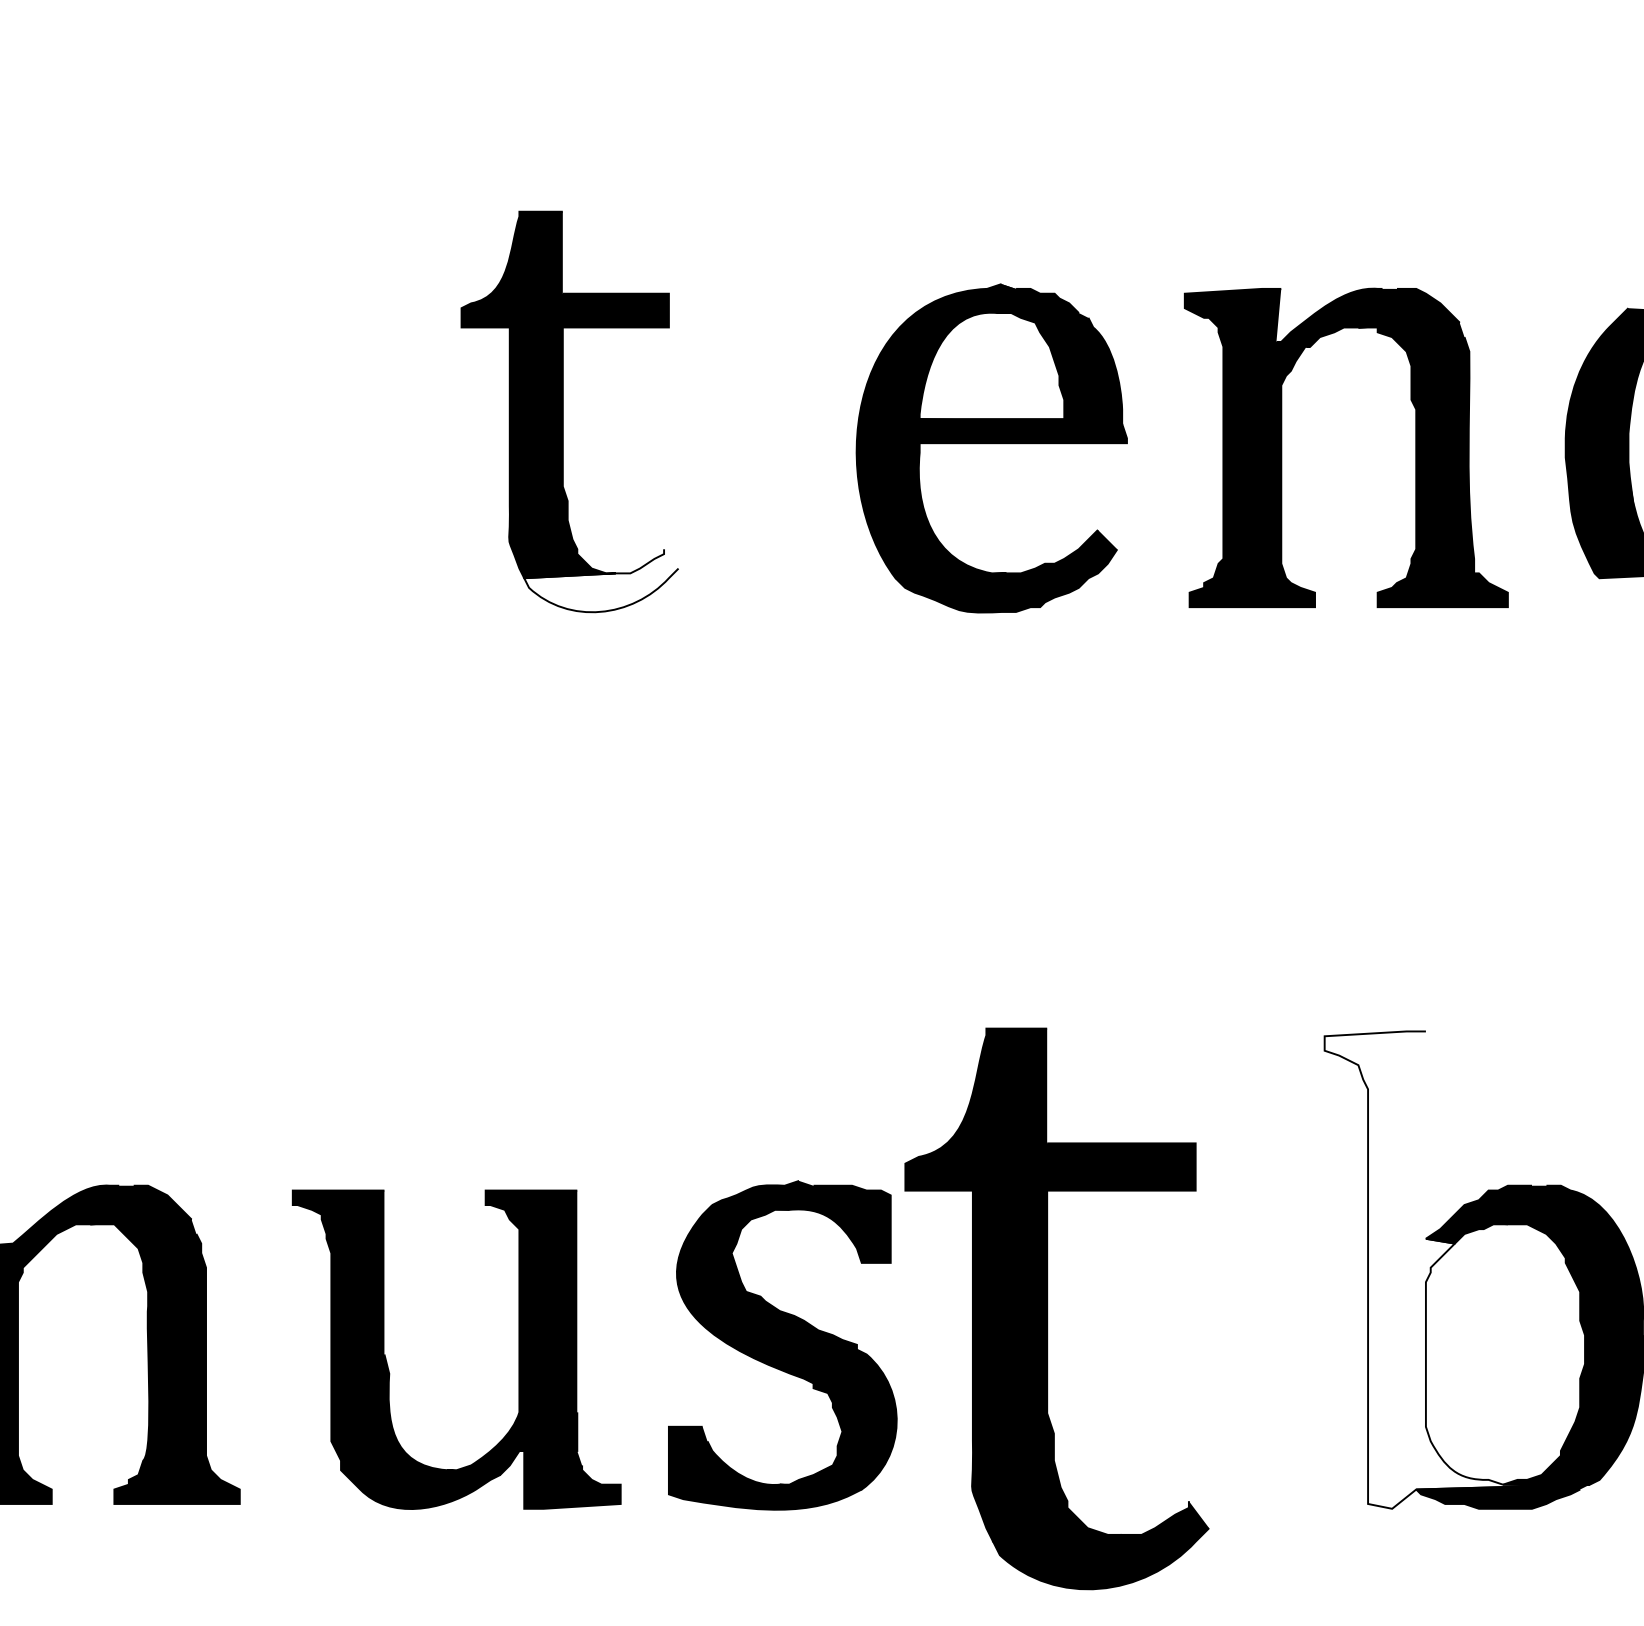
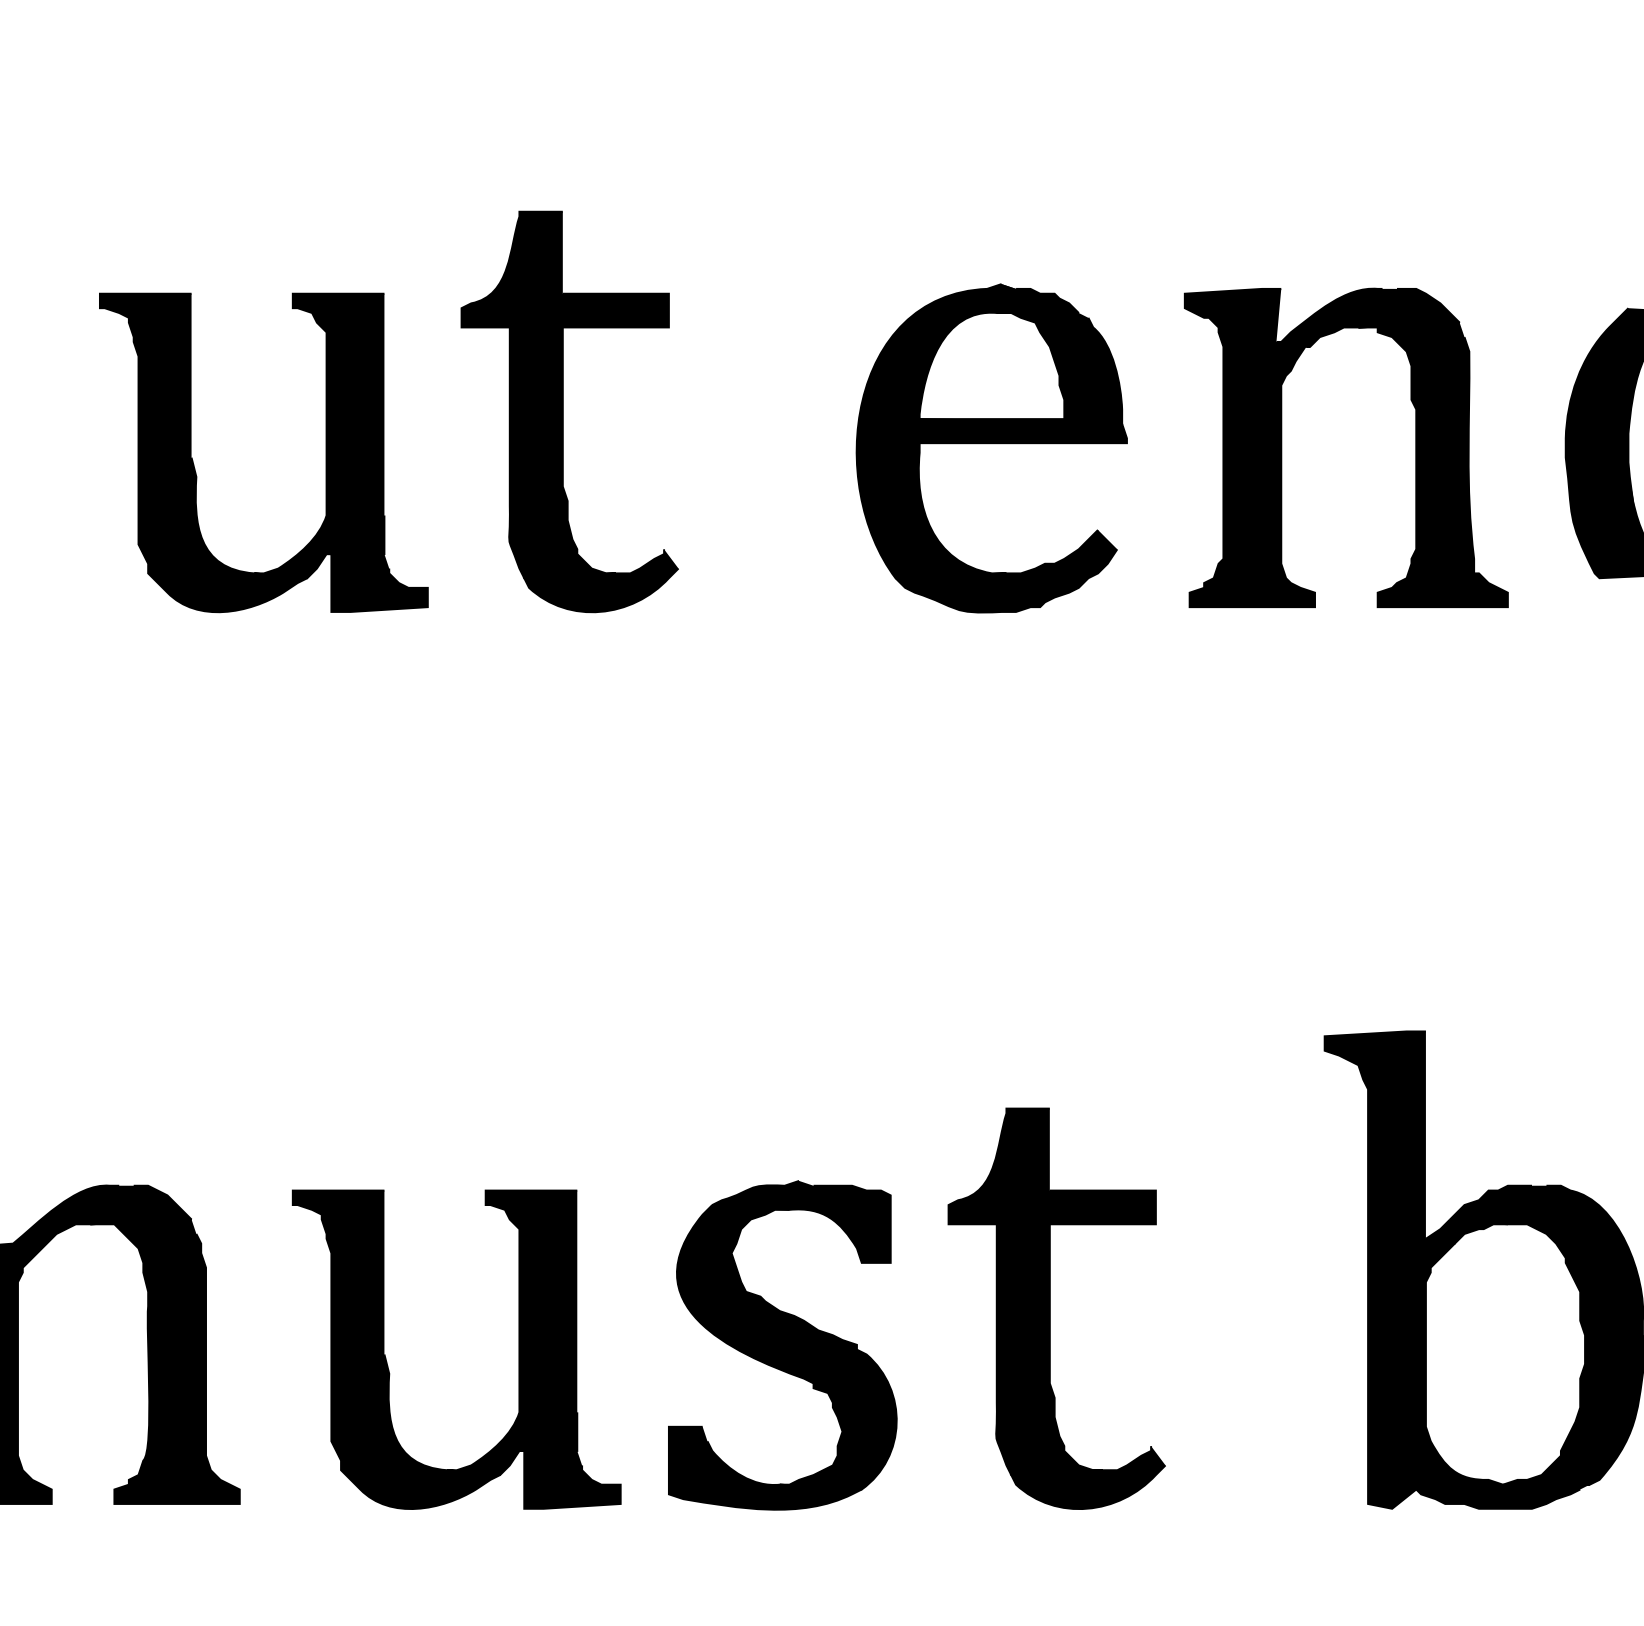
part at (325, 452): none -> present
fill at (601, 580): none -> present
fill at (1456, 1269): none -> present
part at (1056, 1308) size: 306x564 px -> 219x403 px
